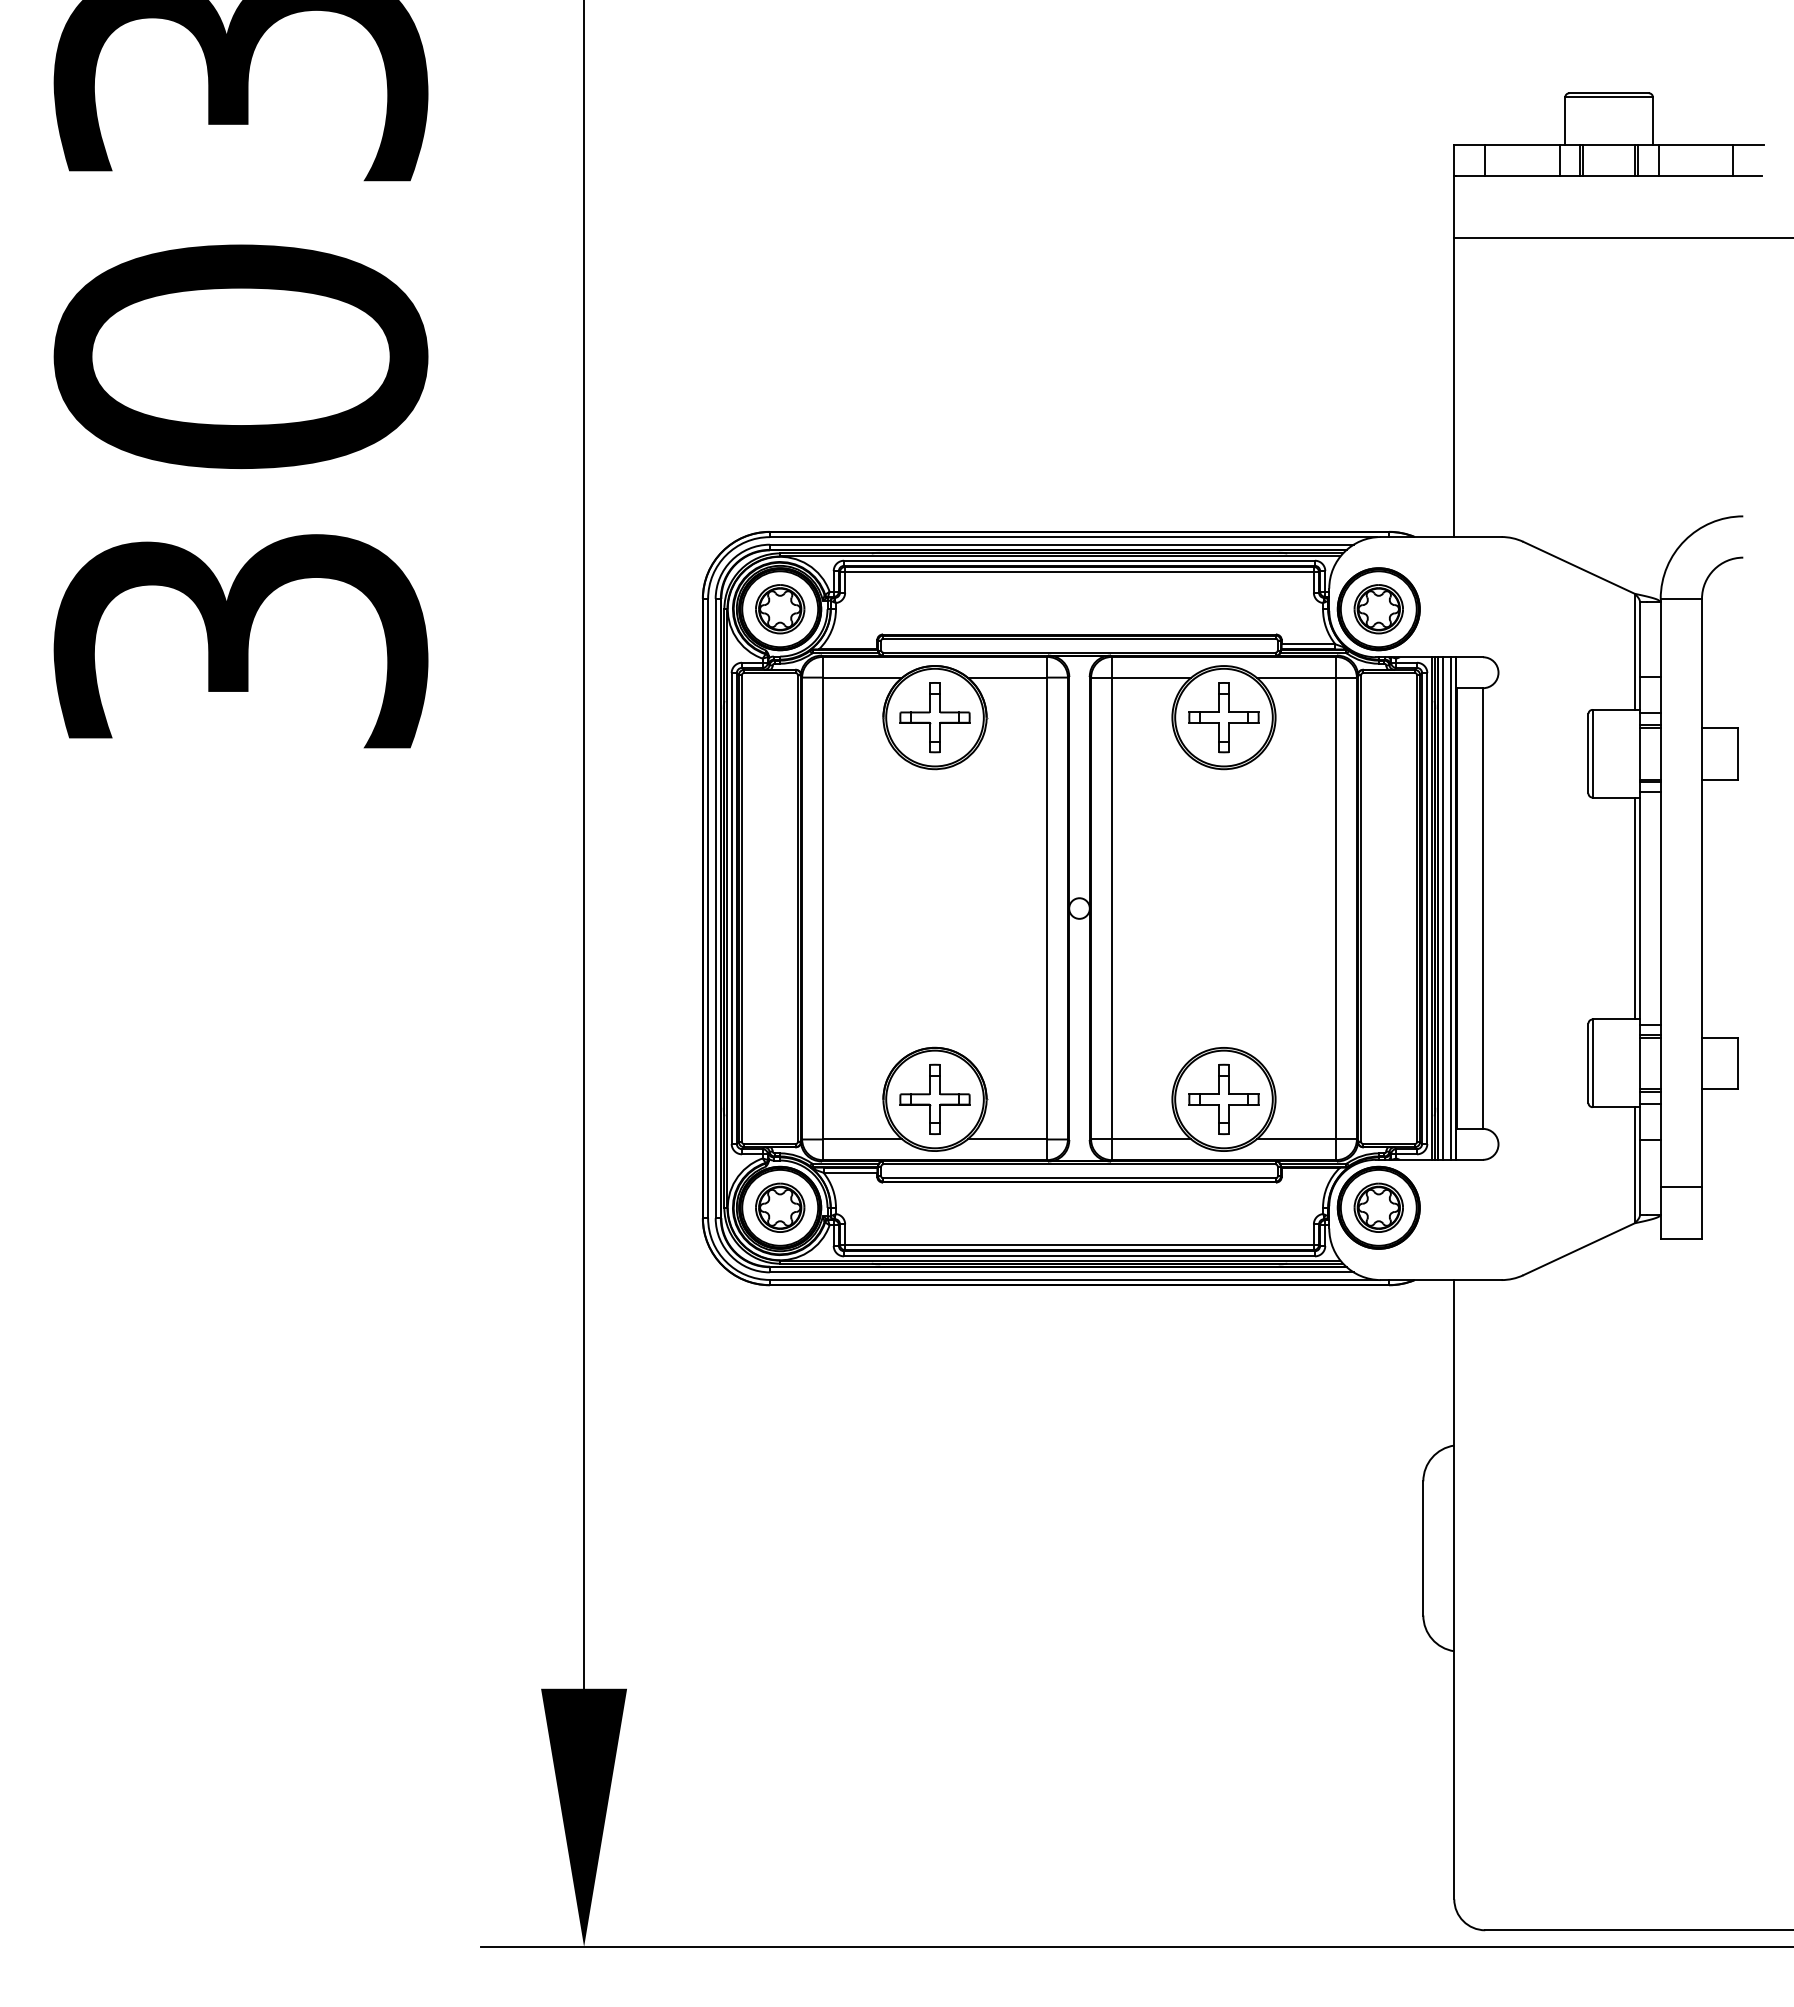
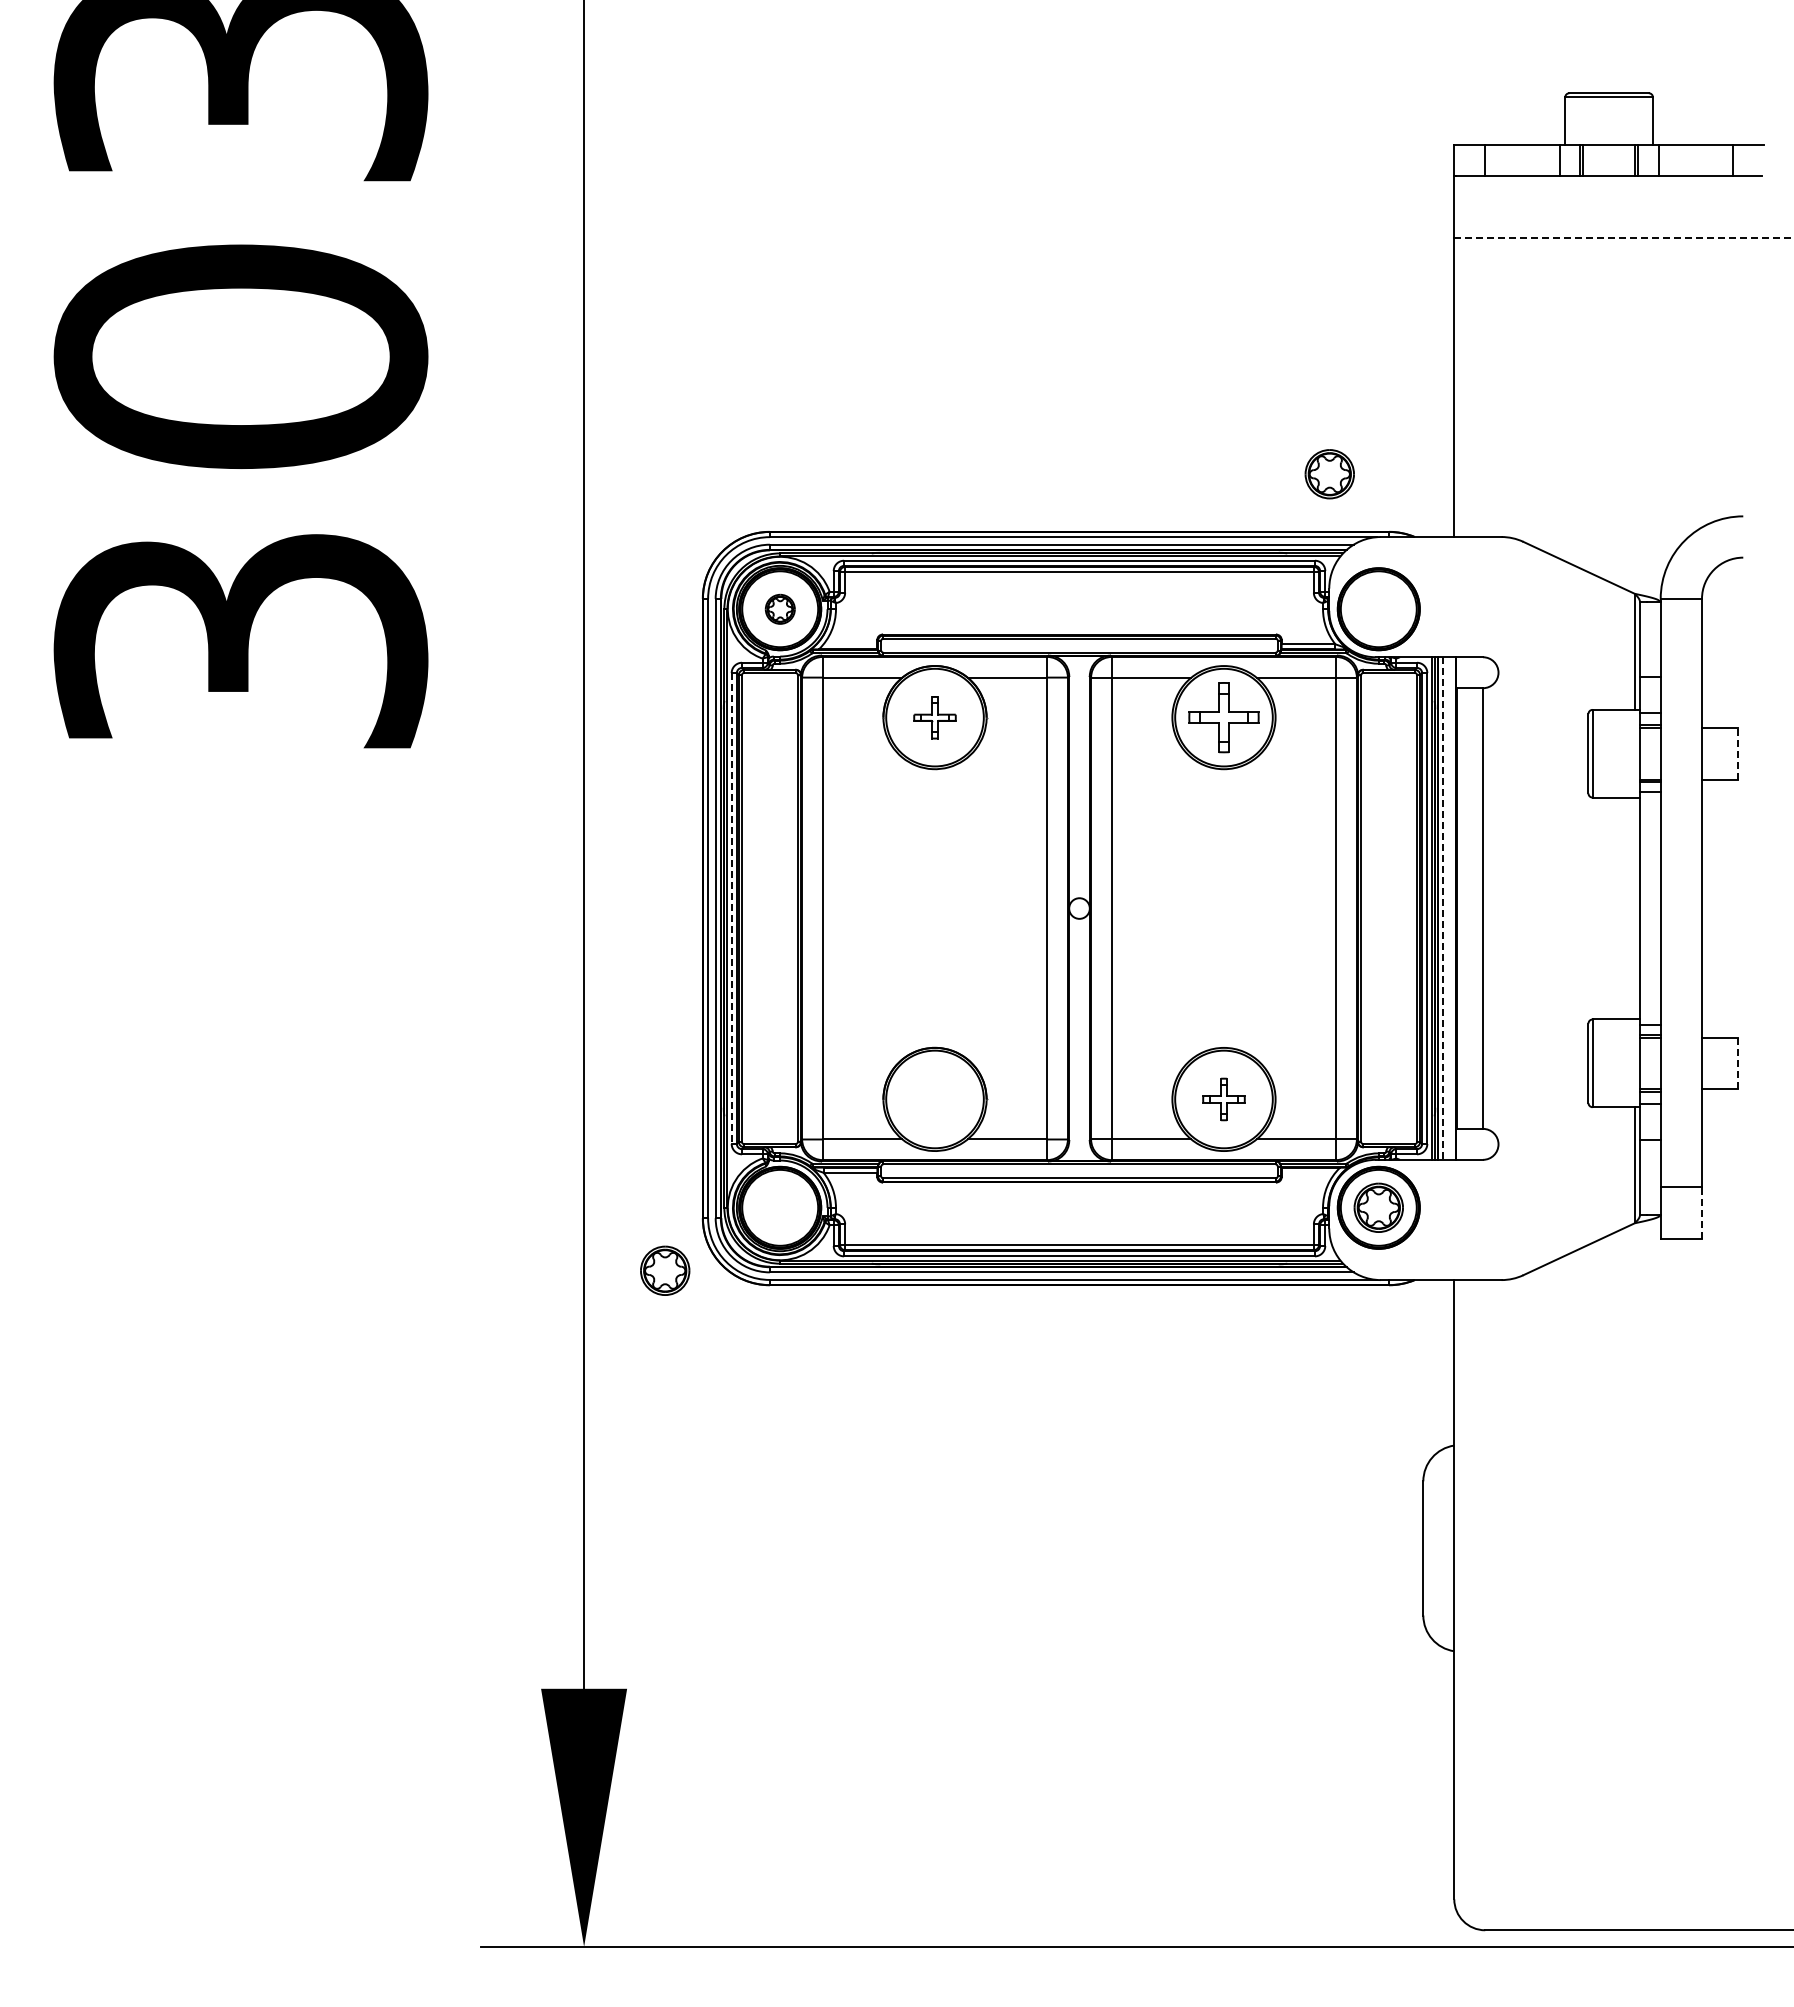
line at (1623, 237): solid -> dashed
part at (780, 609) size: 51x51 px -> 32x32 px
part at (1378, 609) position: (1378, 609) -> (1329, 474)
part at (934, 717) size: 72x72 px -> 44x44 px
line at (1738, 753): solid -> dashed
line at (1450, 908): present -> none
line at (1634, 908): present -> none
line at (731, 909): solid -> dashed
line at (1443, 909): solid -> dashed
line at (1738, 1063): solid -> dashed
part at (934, 1098): present -> none
part at (1223, 1099) size: 72x73 px -> 44x45 px
part at (780, 1207) position: (780, 1207) -> (665, 1270)
line at (1701, 1213): solid -> dashed
